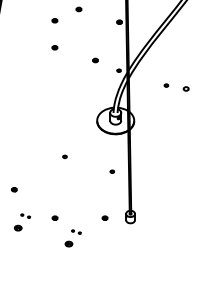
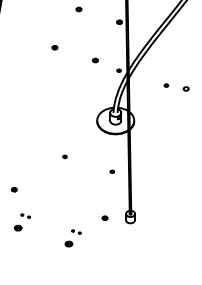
part at (54, 20): present -> none
part at (54, 217): present -> none
